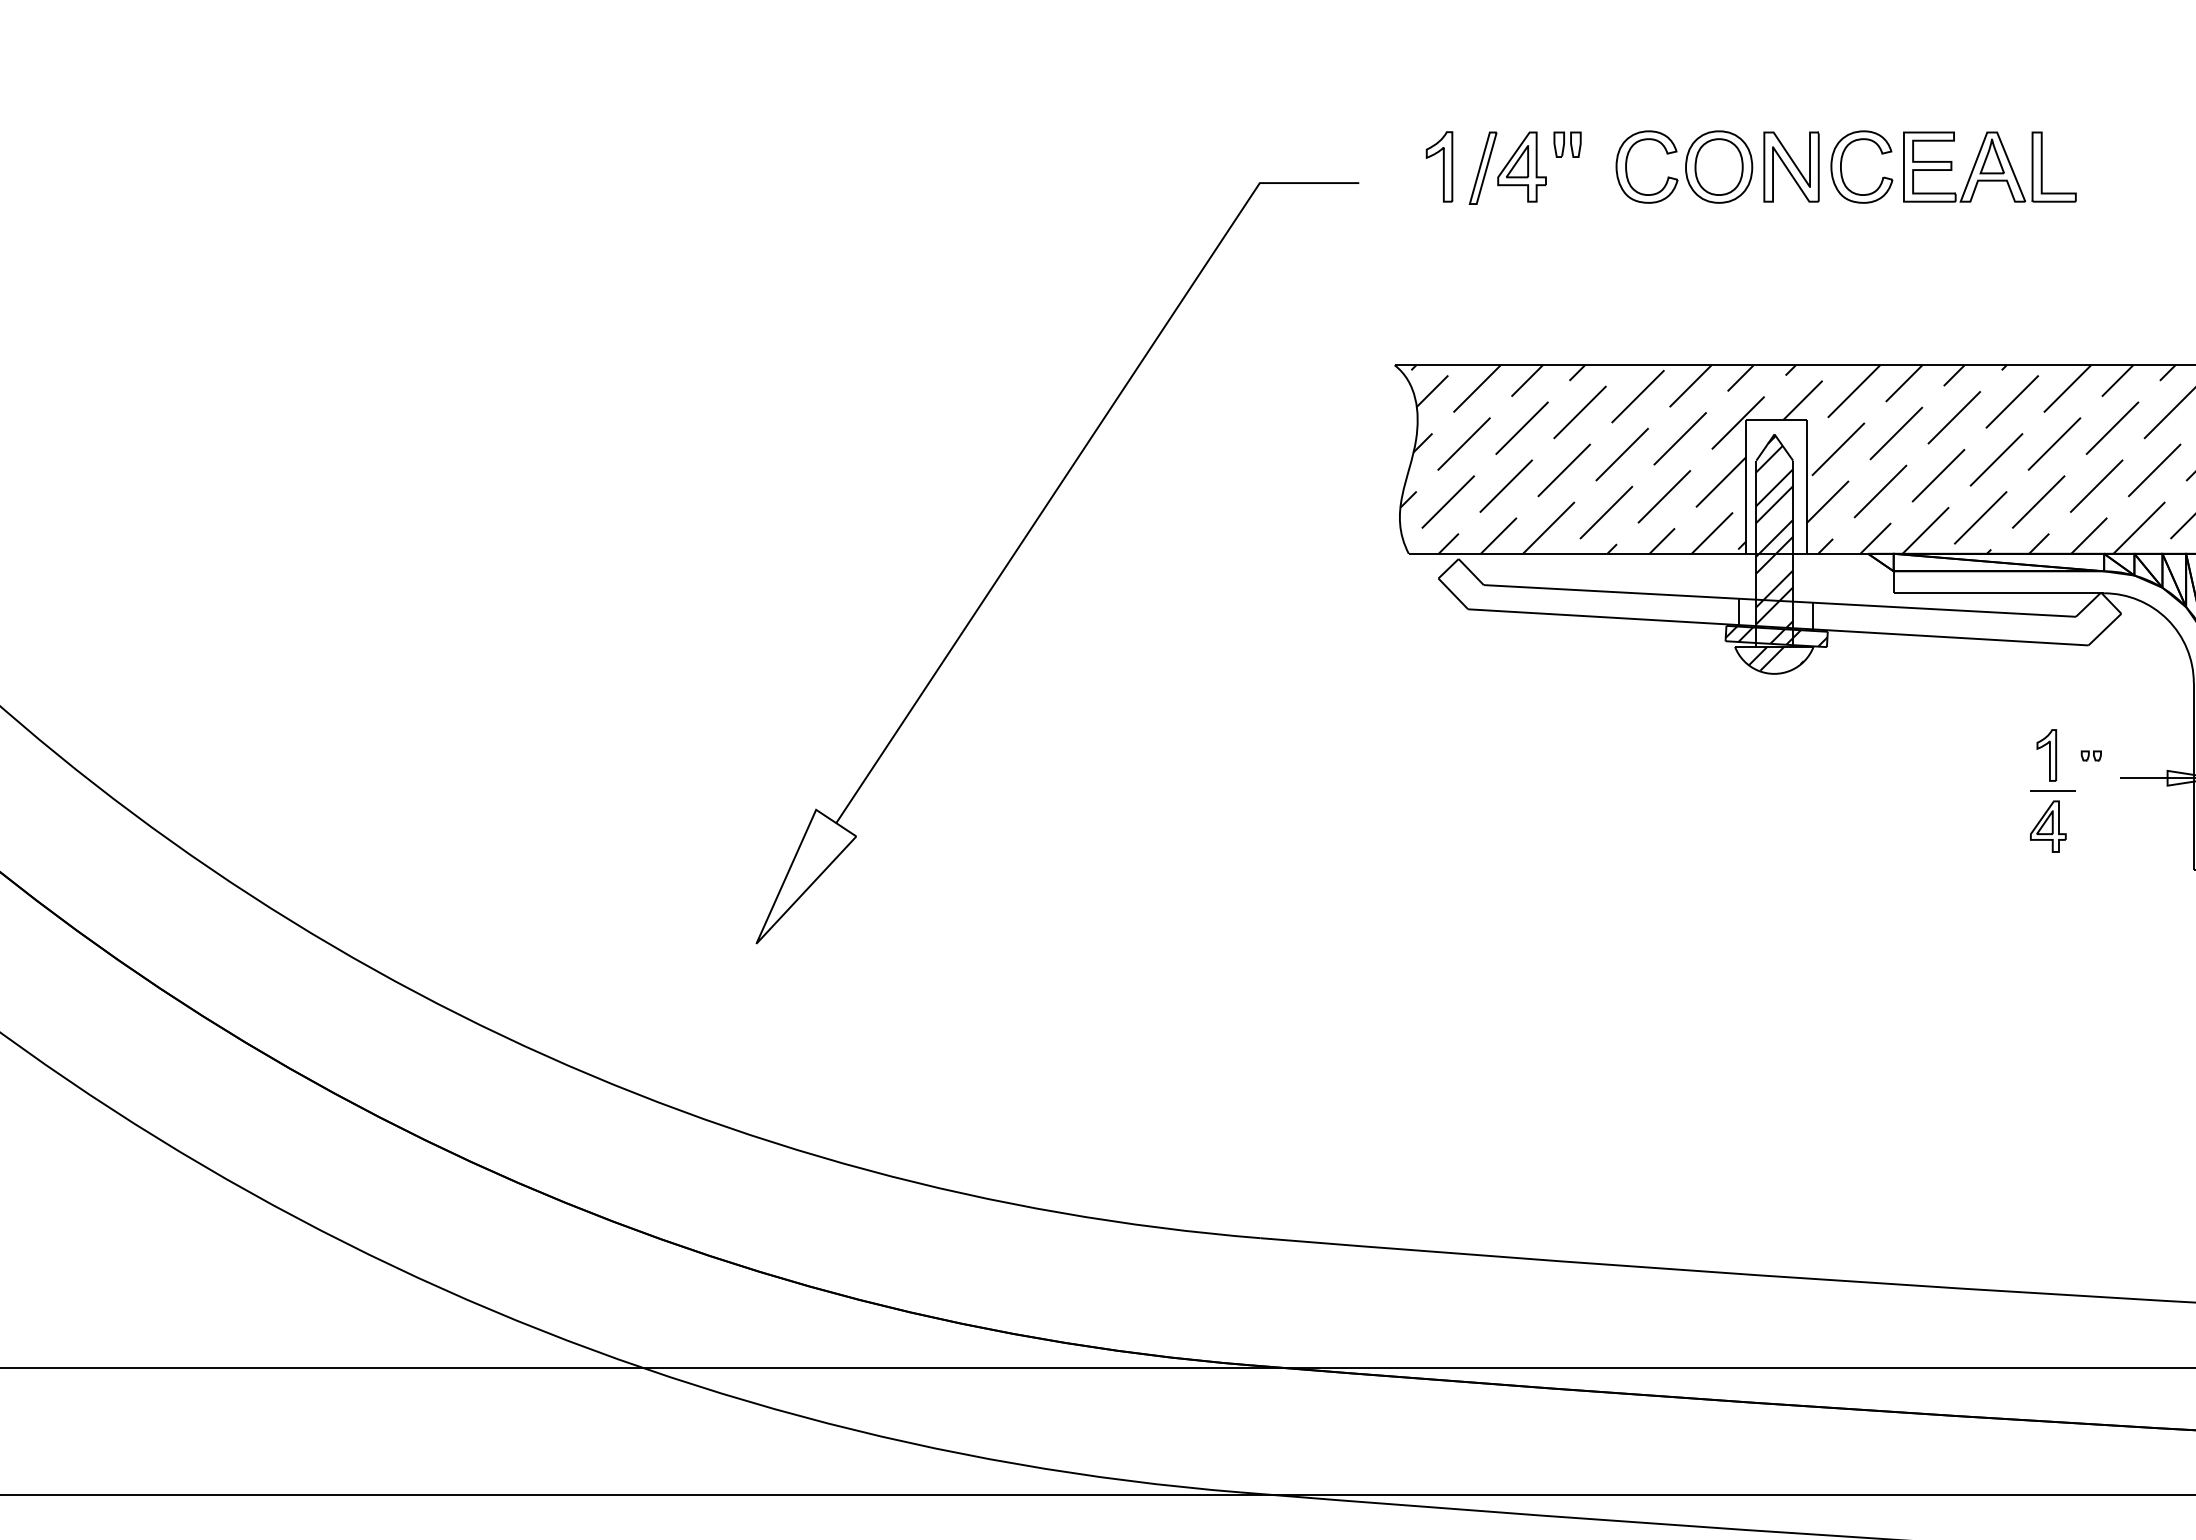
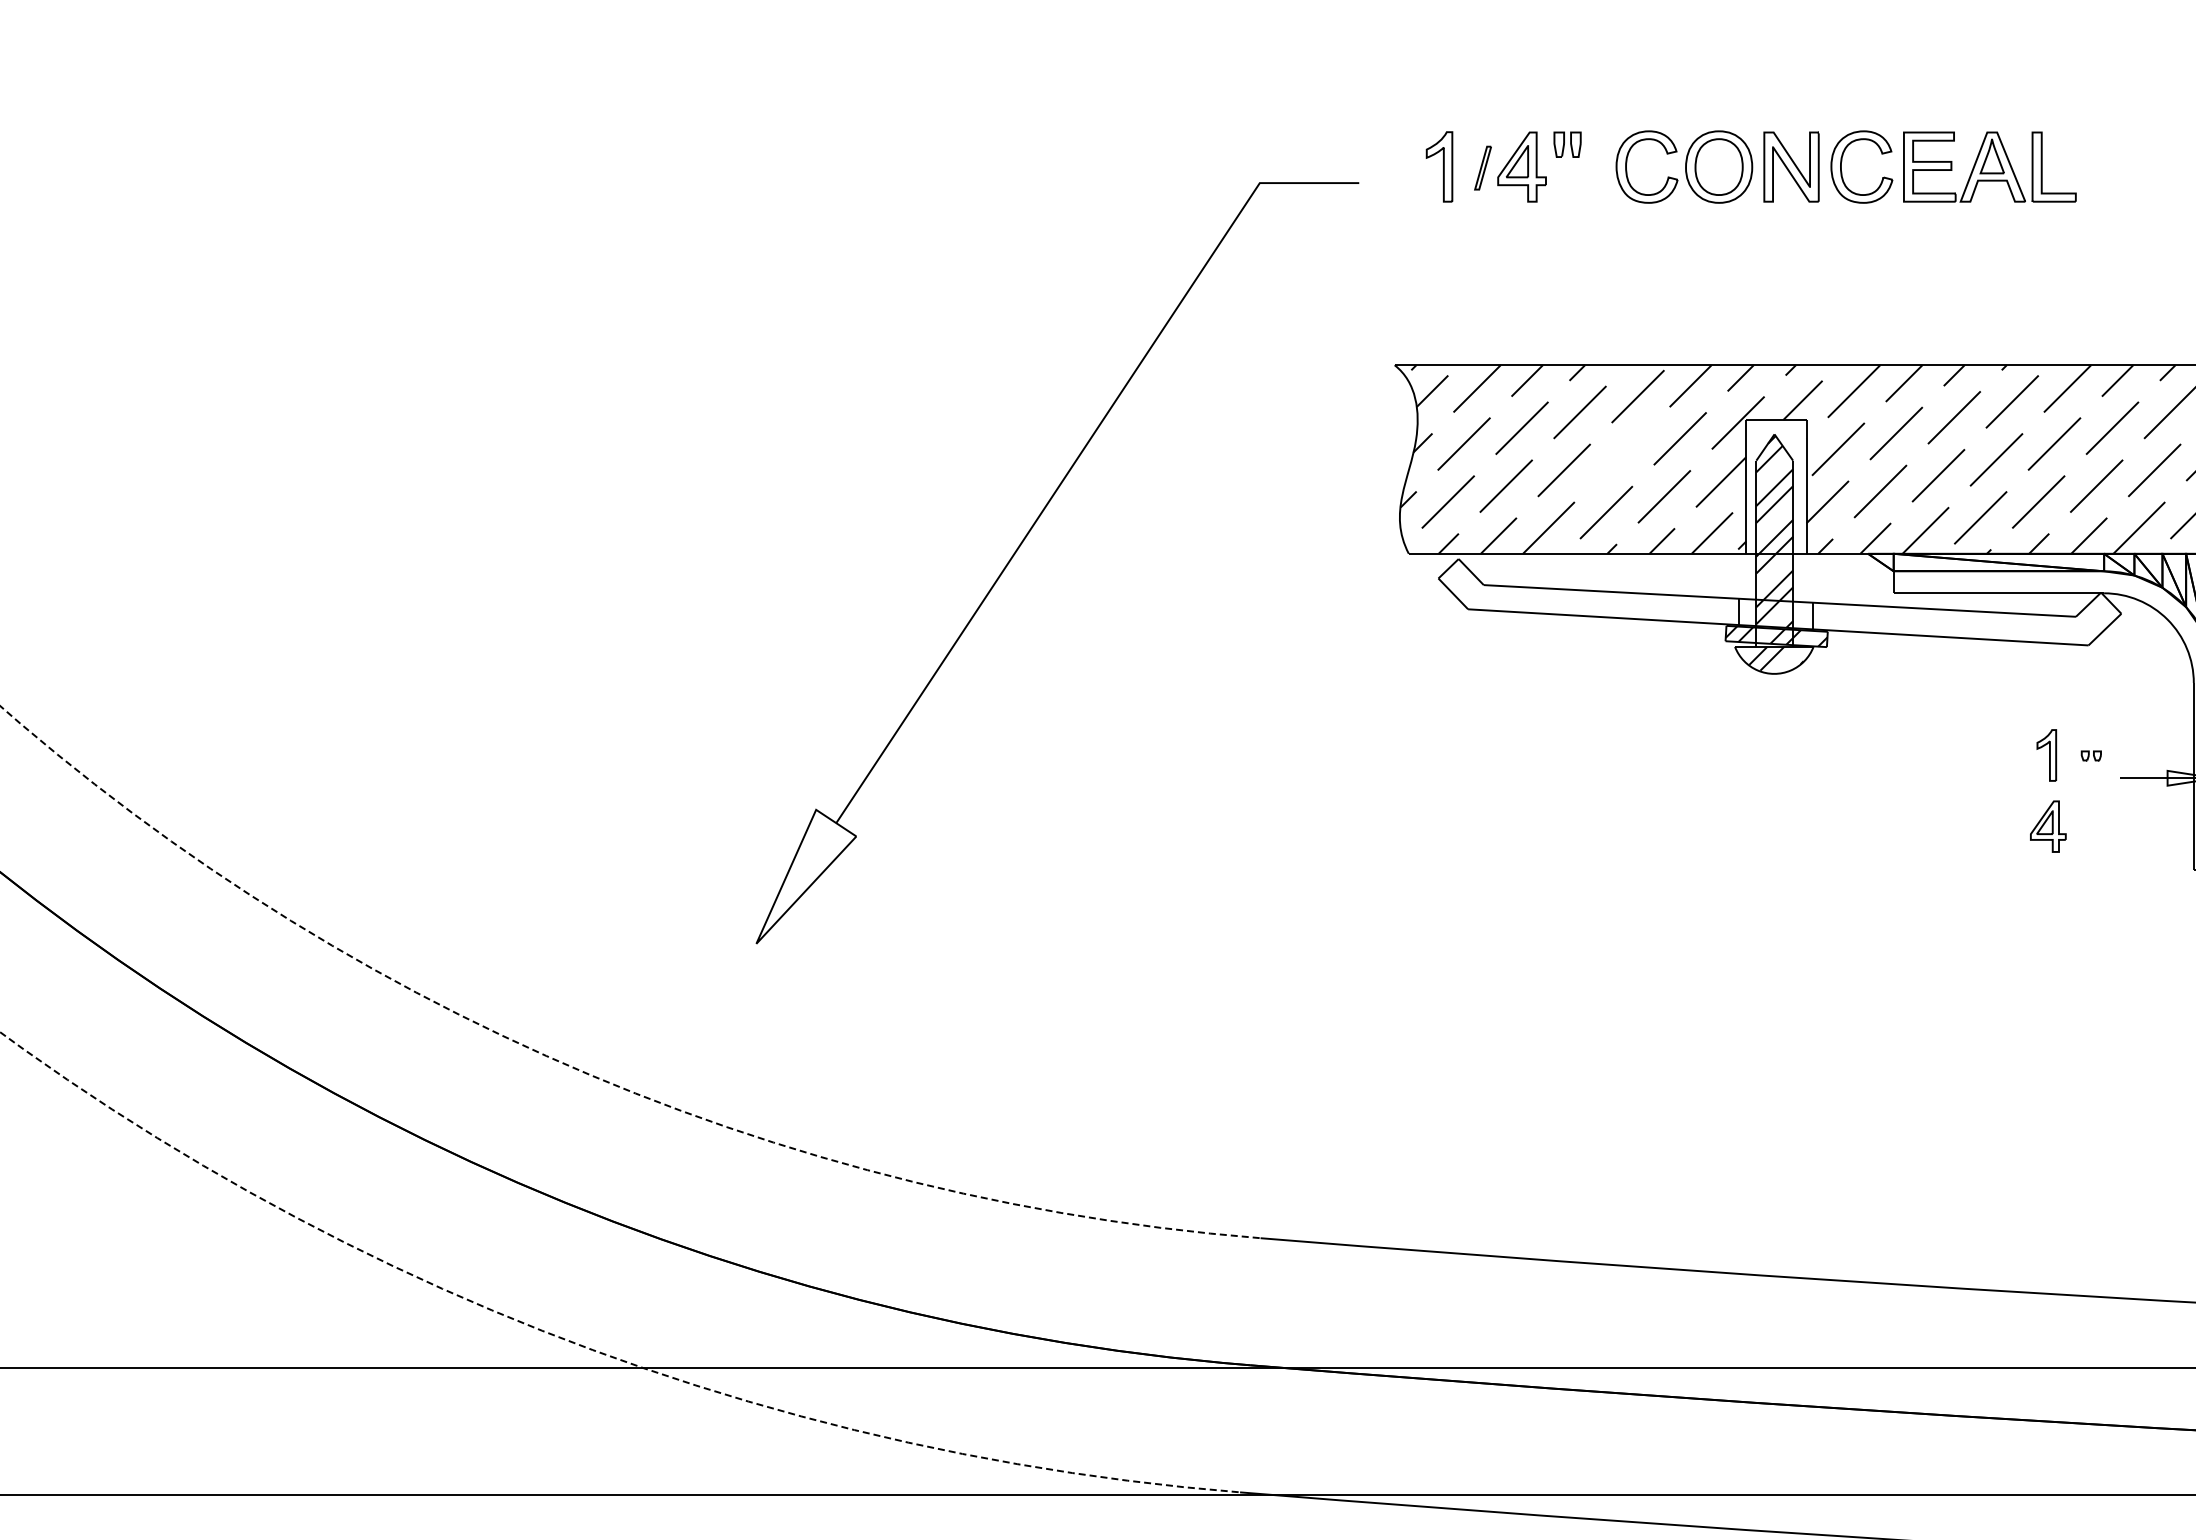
part at (1482, 167) size: 30x74 px -> 18x46 px
line at (1621, 454): present -> none
line at (2052, 790): present -> none
arc at (587, 1074): solid -> dashed
arc at (589, 1348): solid -> dashed
